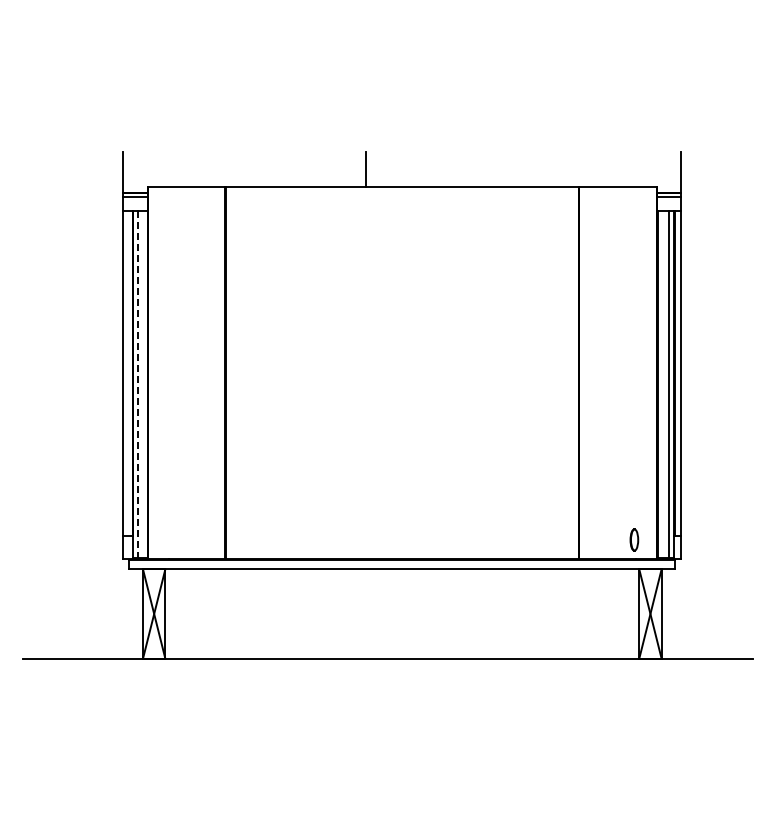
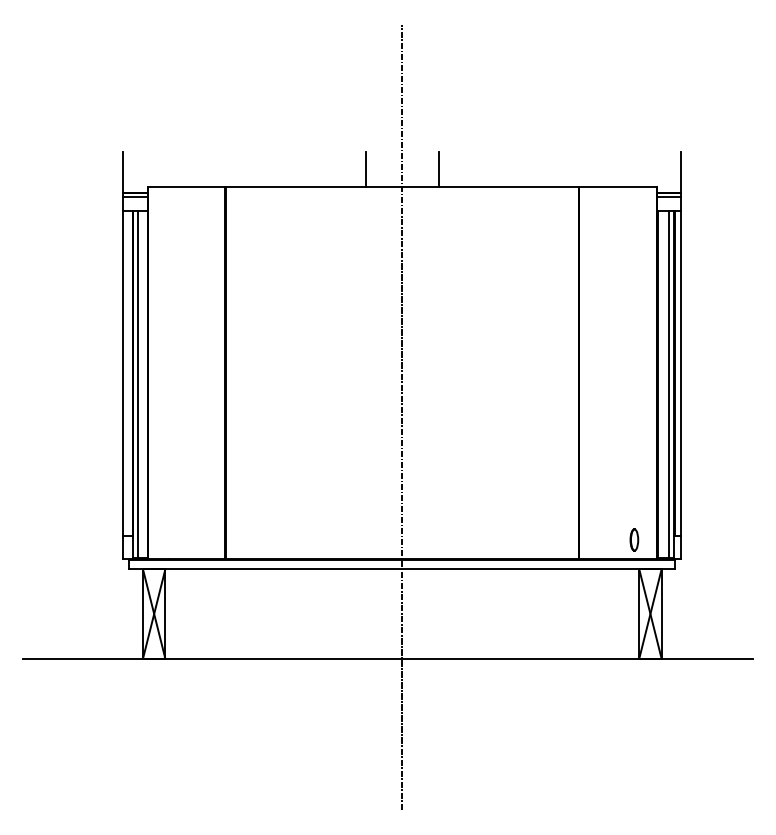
line at (438, 169): none -> present
line at (138, 384): dashed -> solid
line at (402, 417): none -> present
